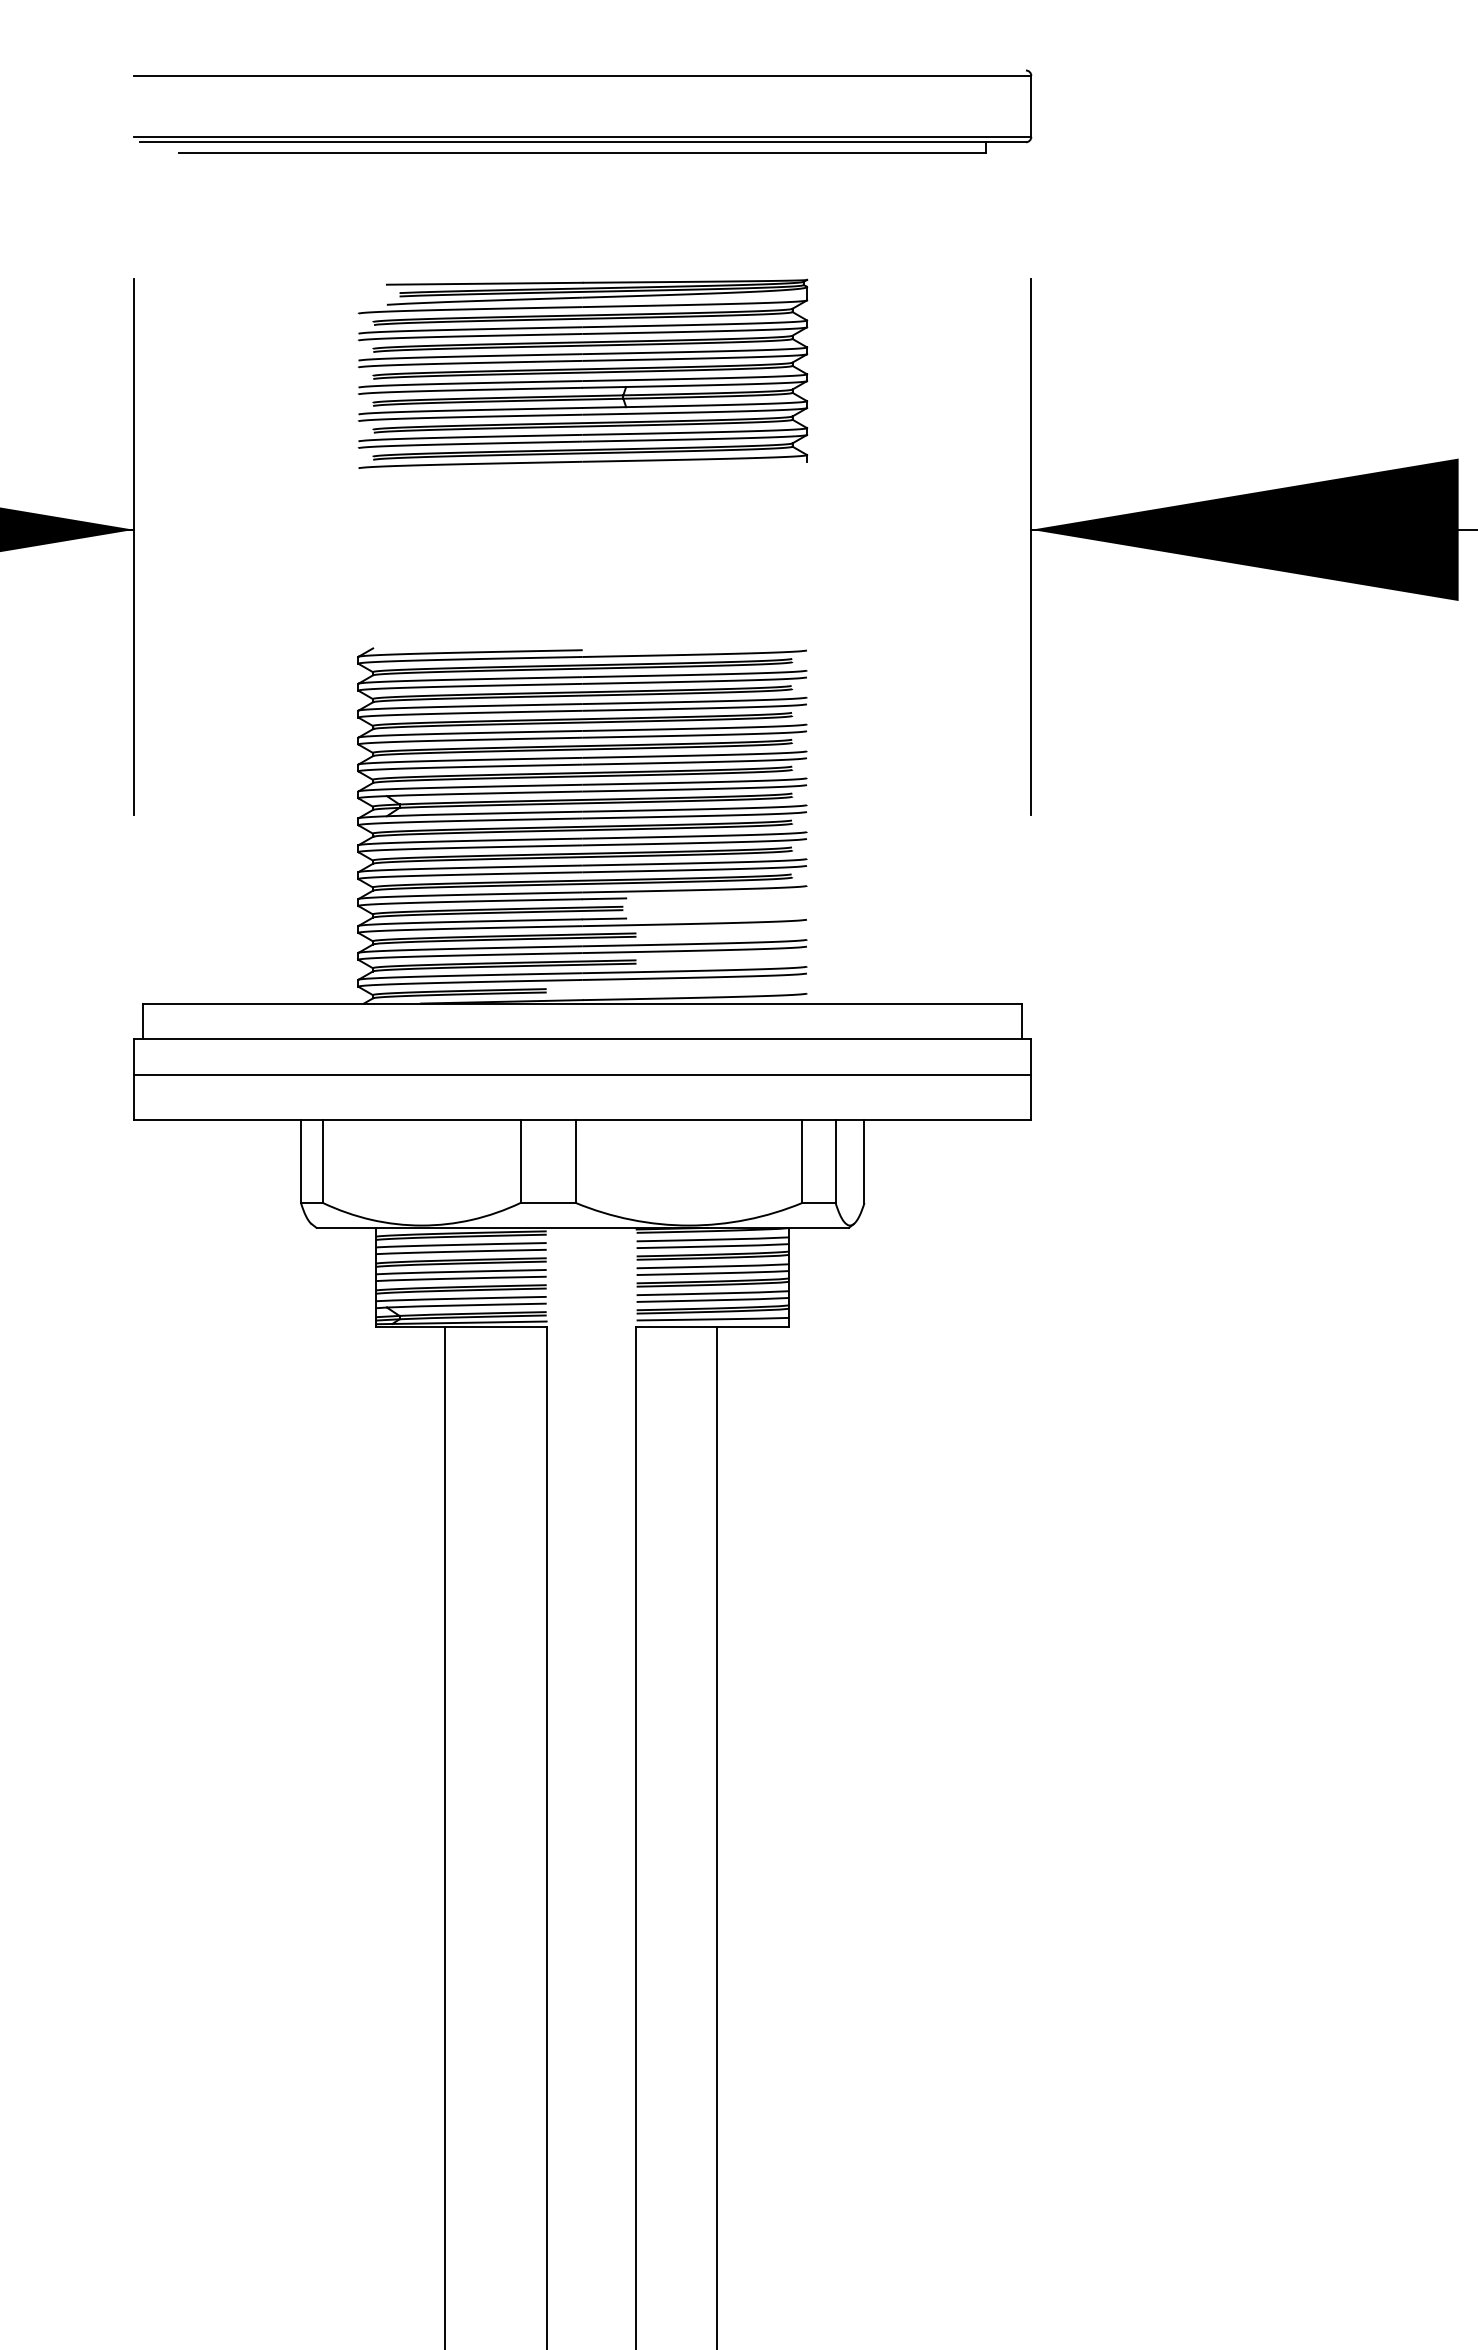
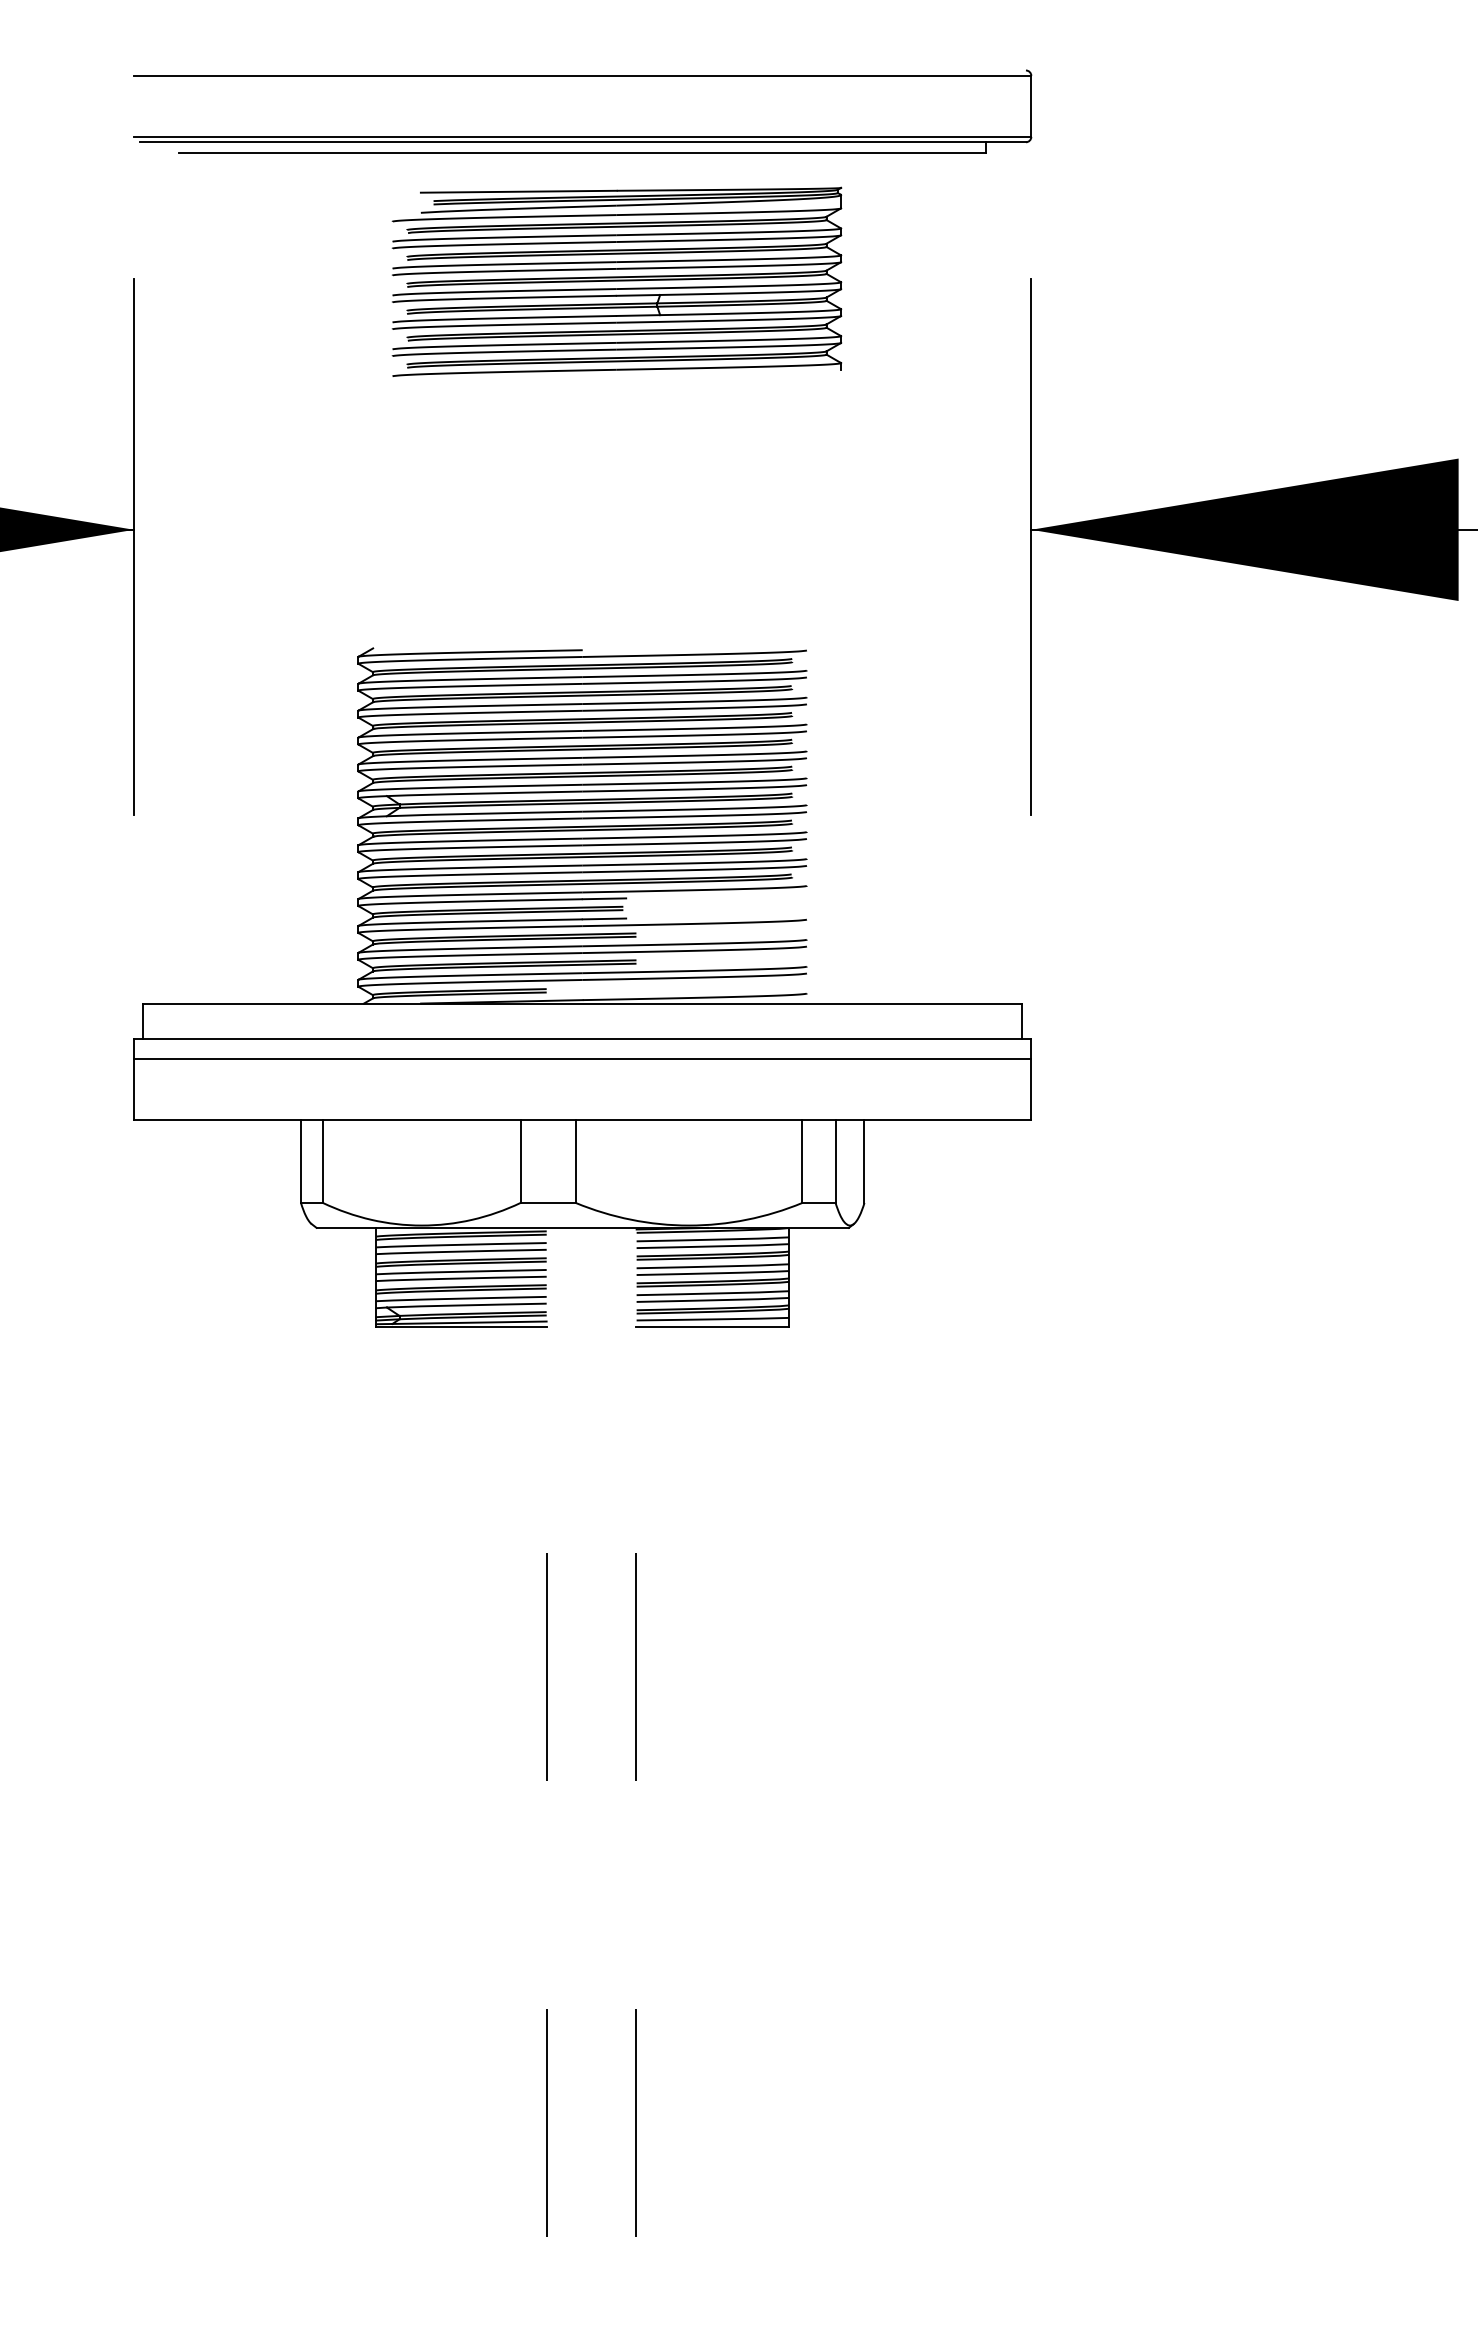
part at (582, 373) position: (582, 373) -> (616, 281)
line at (582, 1075) position: (582, 1075) -> (582, 1059)
line at (445, 1836): present -> none
line at (717, 1836): present -> none
line at (546, 1837): solid -> dashed
line at (636, 1837): solid -> dashed
